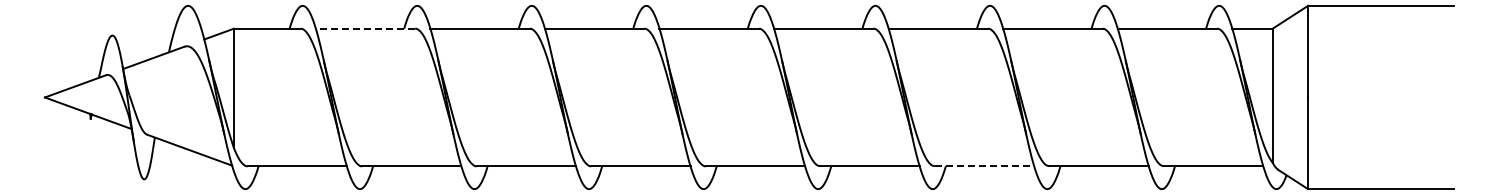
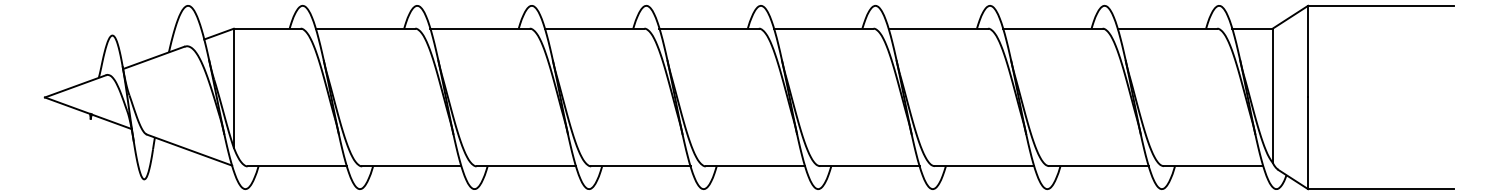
line at (365, 28): dashed -> solid
line at (984, 166): dashed -> solid
